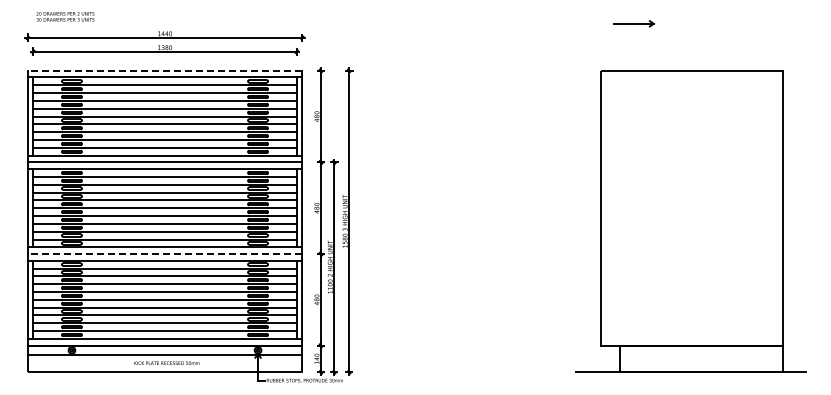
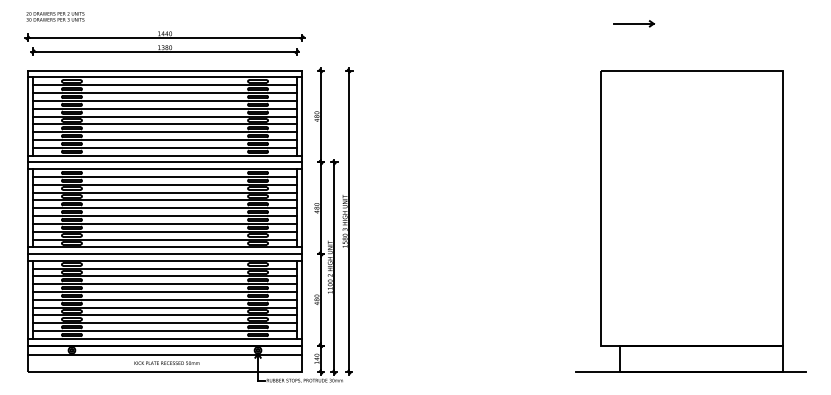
text at (65, 16) position: (65, 16) -> (55, 16)
line at (164, 70): dashed -> solid
line at (164, 254): dashed -> solid
